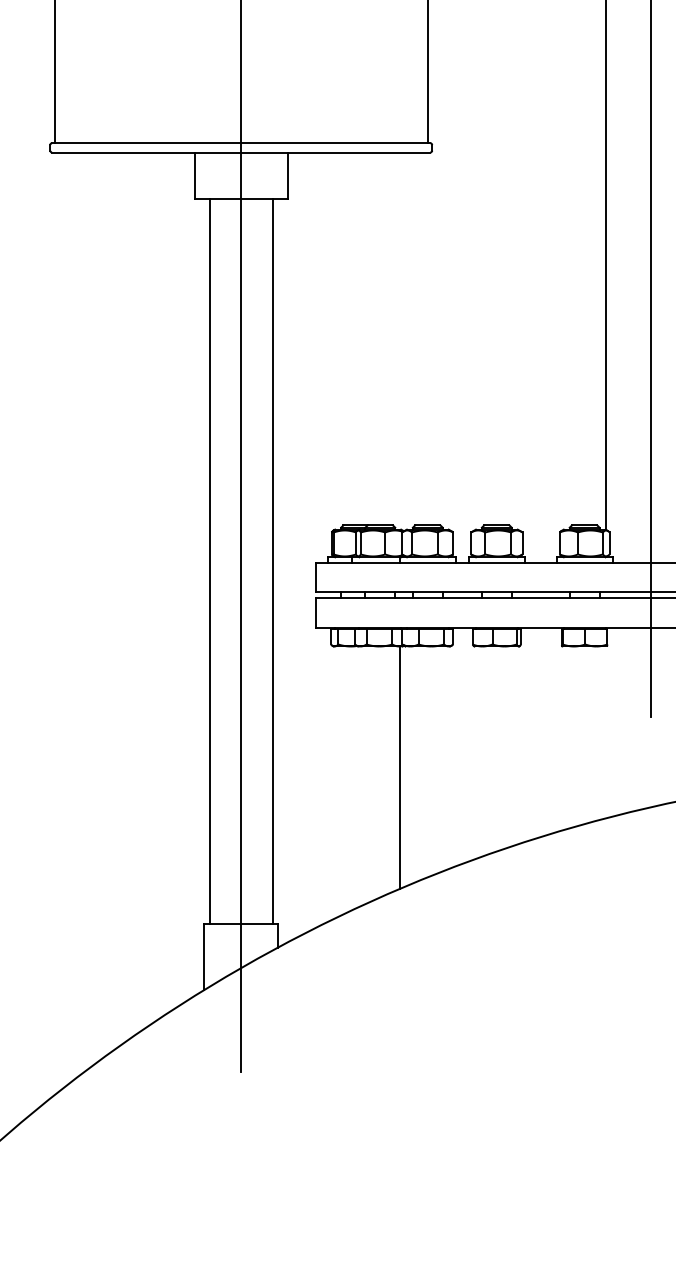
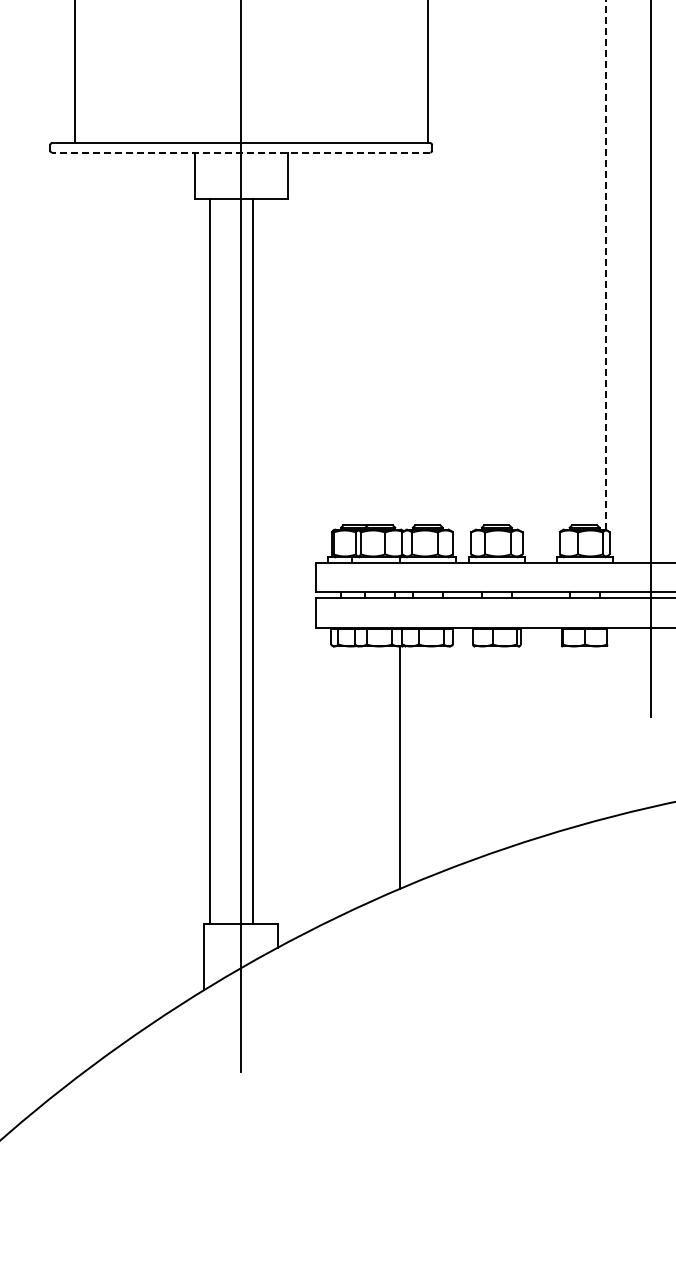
line at (54, 72) position: (54, 72) -> (74, 72)
line at (240, 152): solid -> dashed
line at (606, 265): solid -> dashed
line at (272, 561) position: (272, 561) -> (252, 561)
